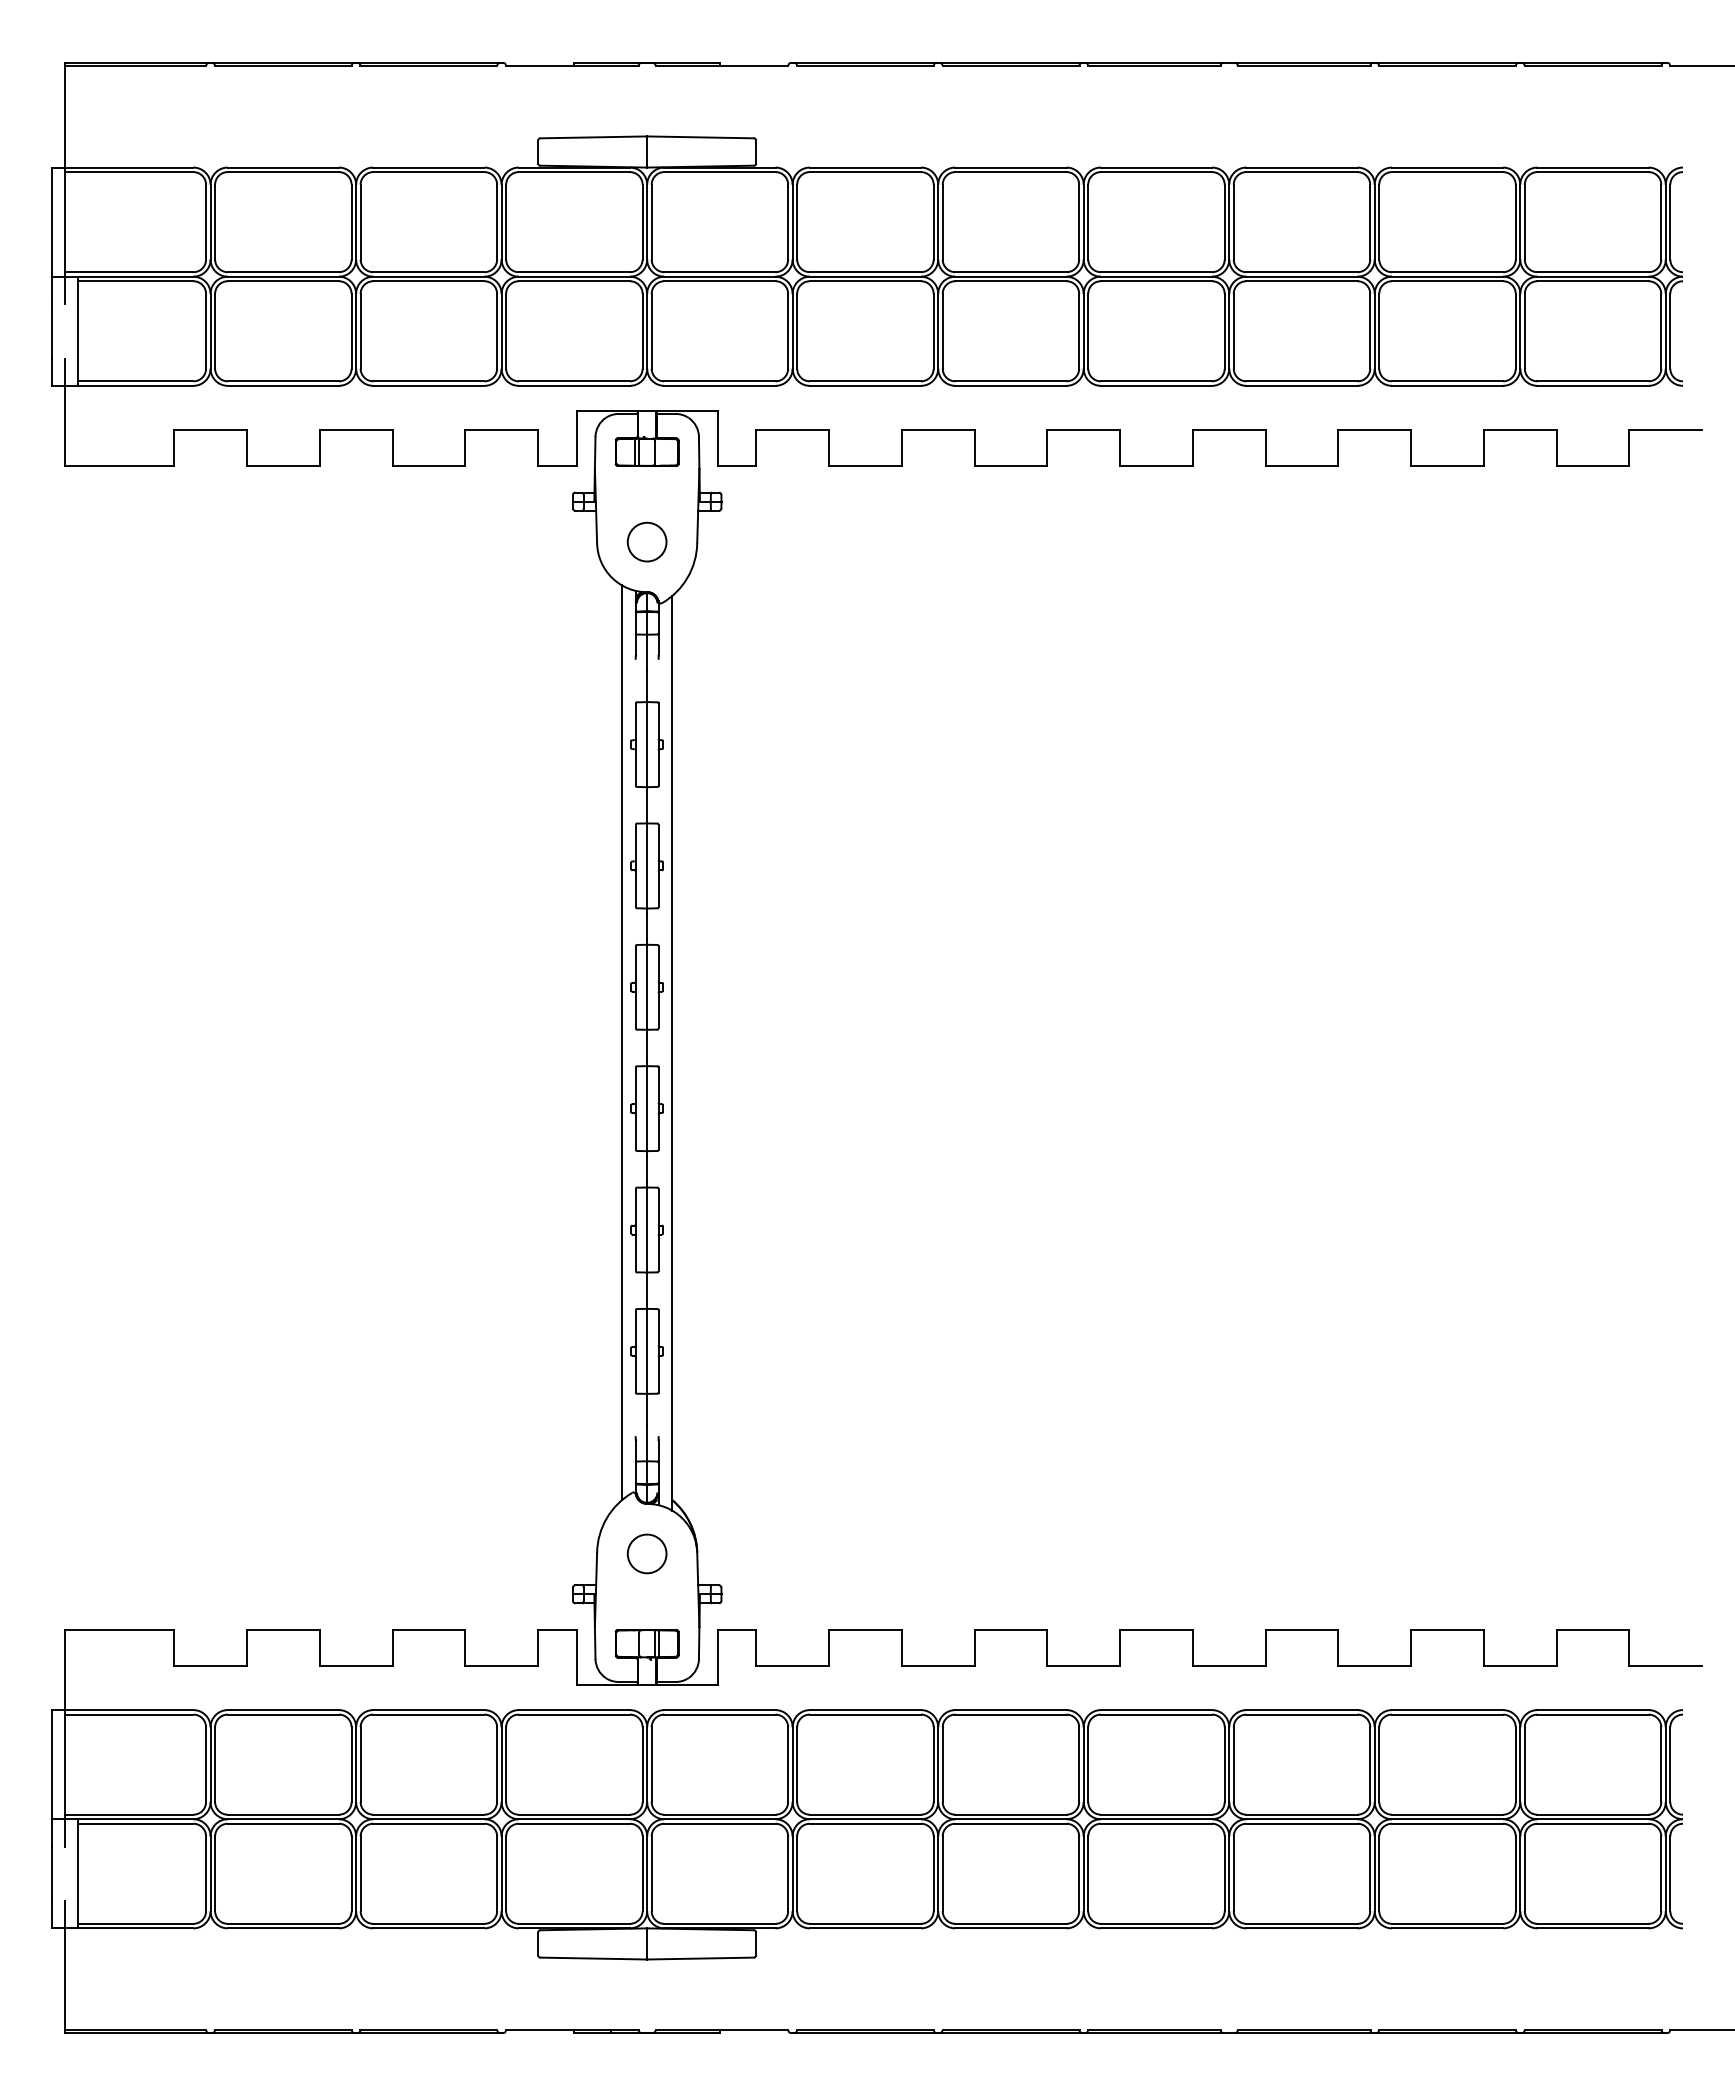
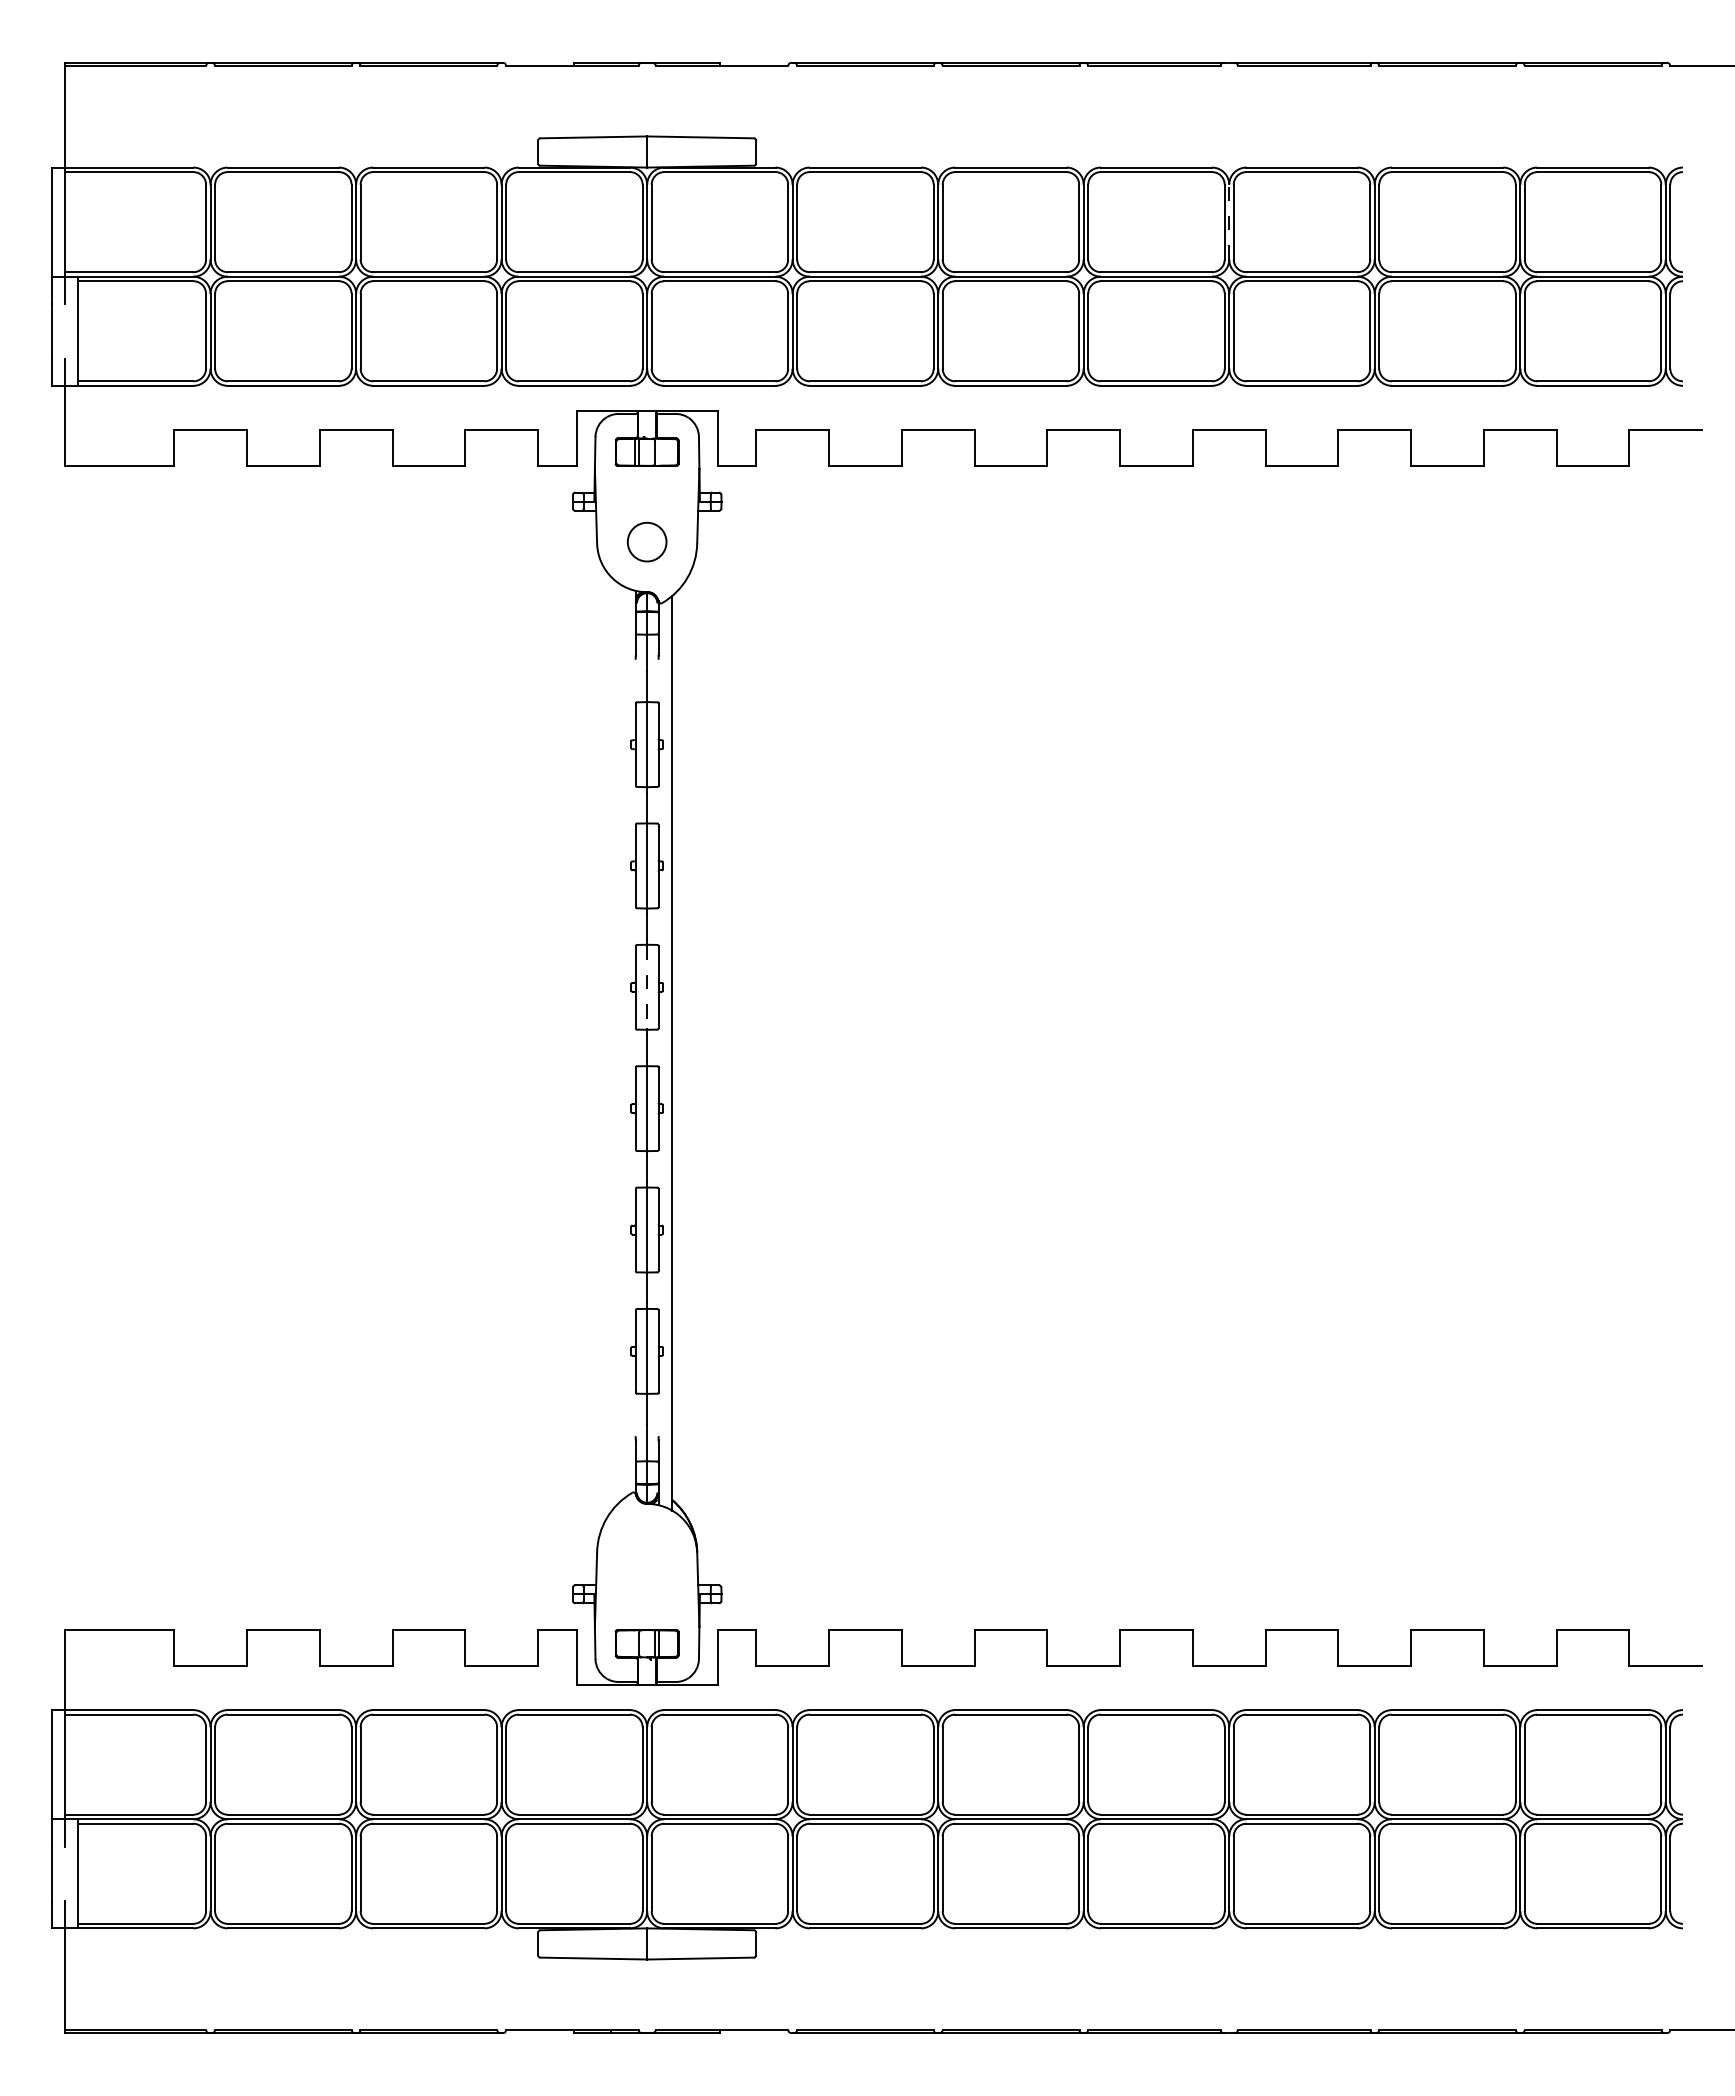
line at (1229, 221): solid -> dashed
line at (647, 987): solid -> dashed
line at (622, 1042): present -> none
circle at (646, 1553): present -> none
